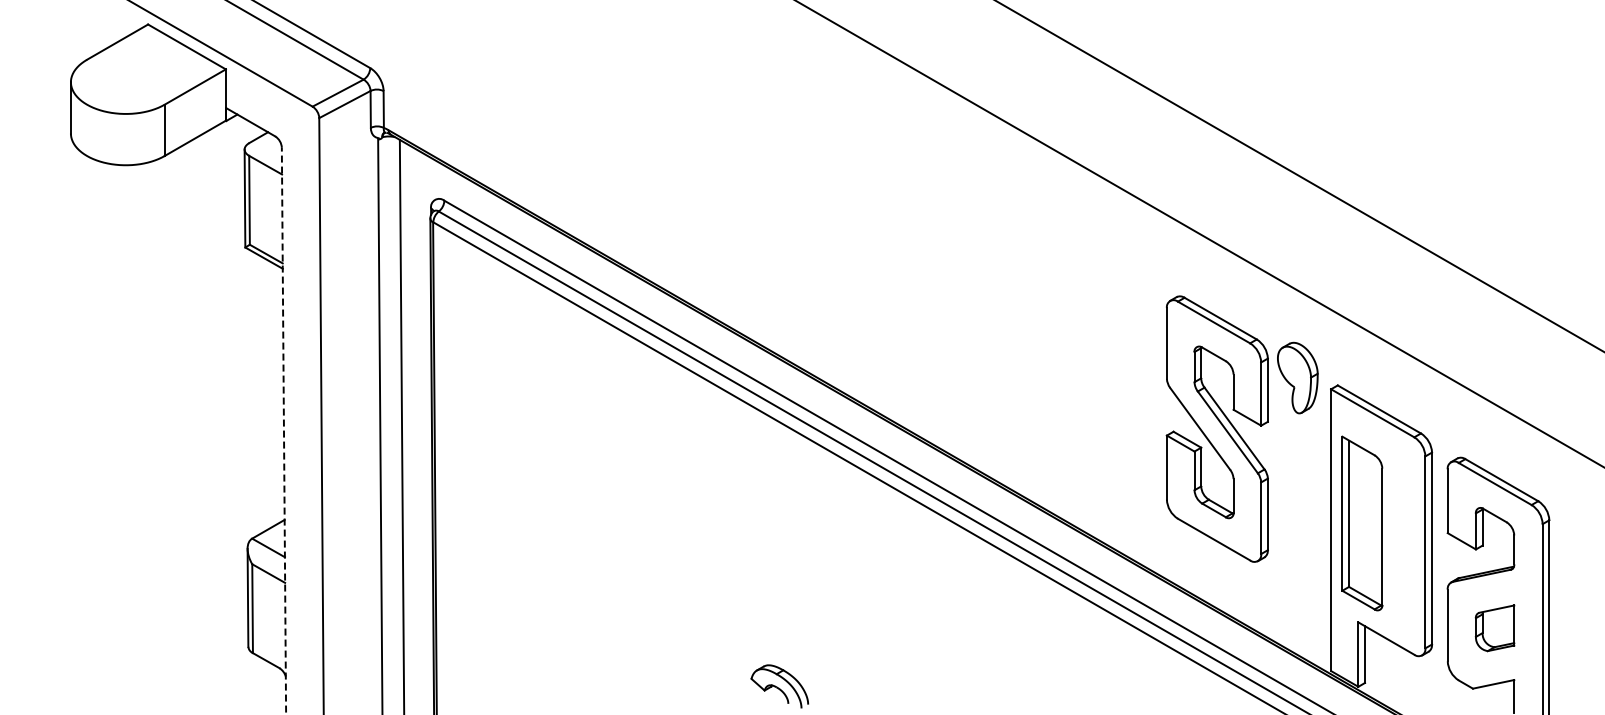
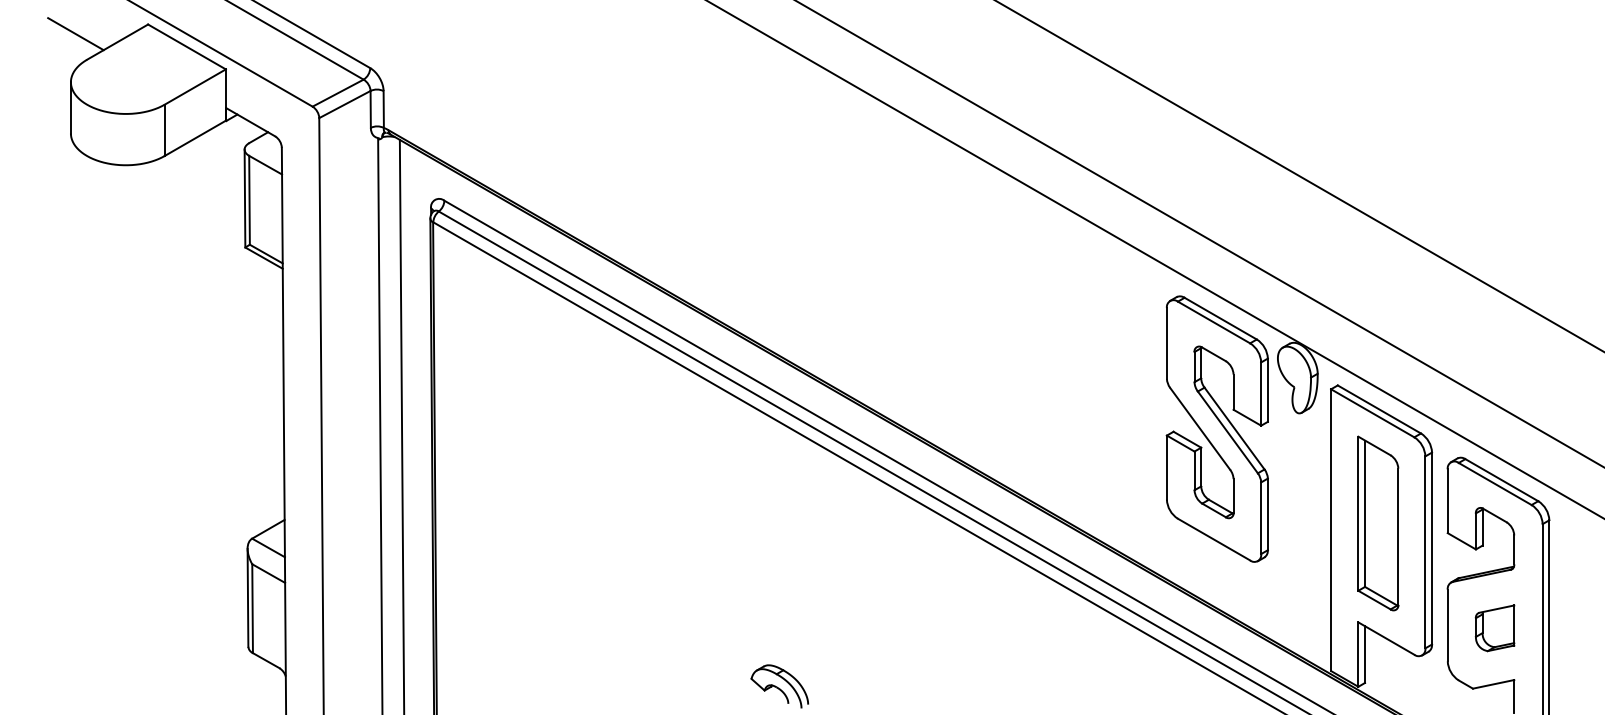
line at (75, 34): none -> present
line at (1155, 259): none -> present
line at (283, 430): dashed -> solid
part at (1362, 523) position: (1362, 523) -> (1378, 523)
